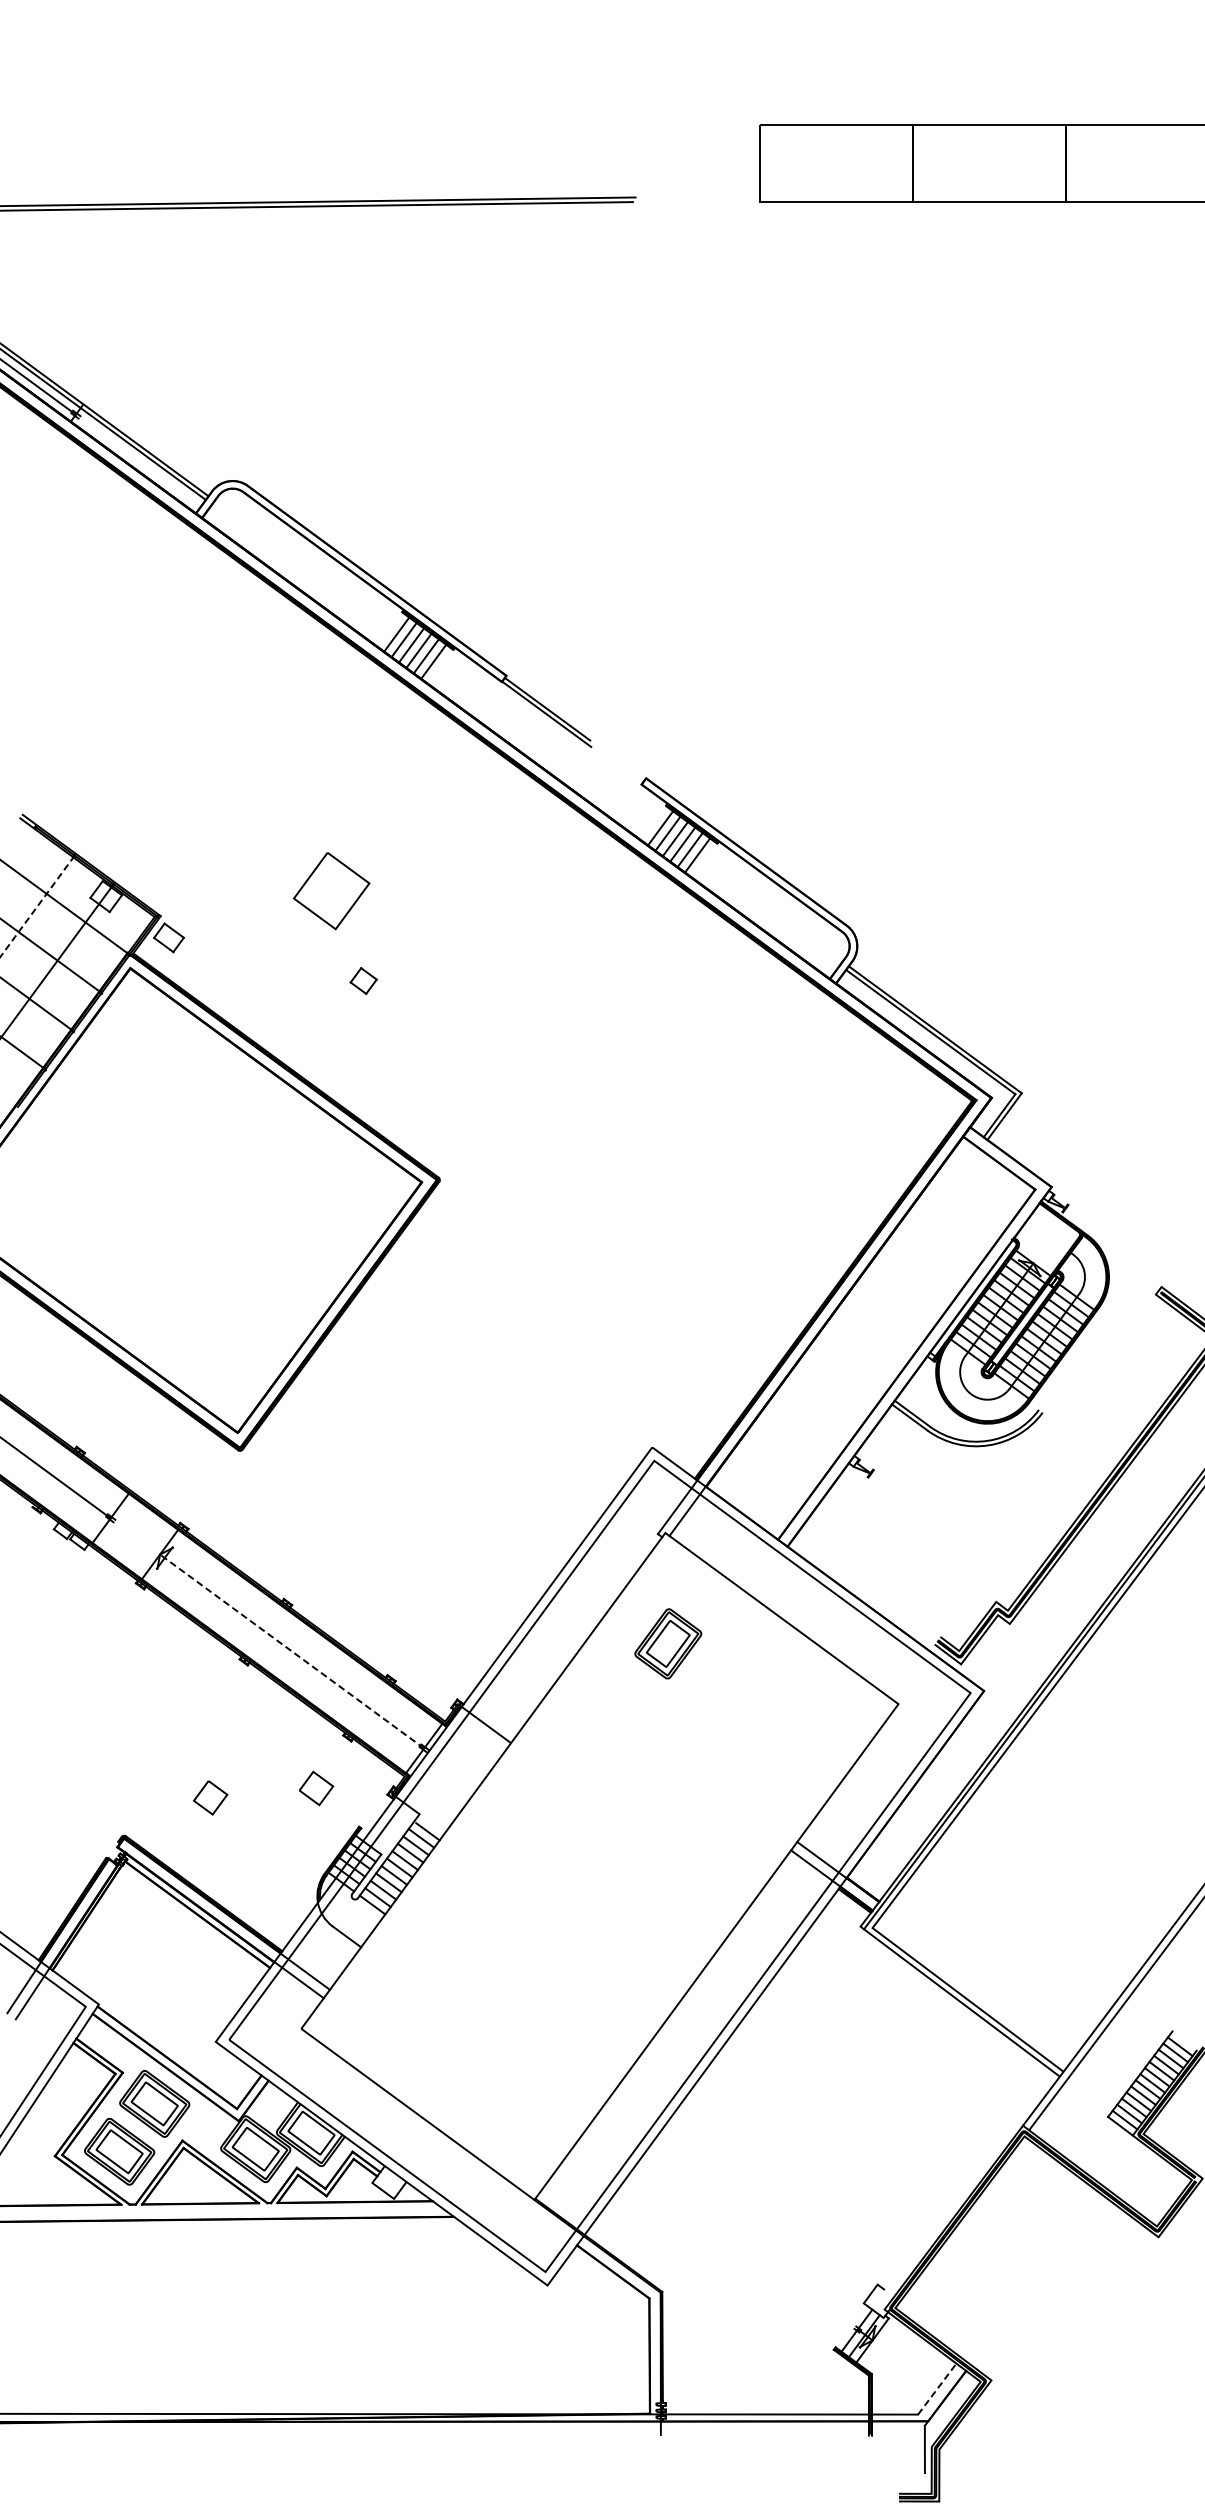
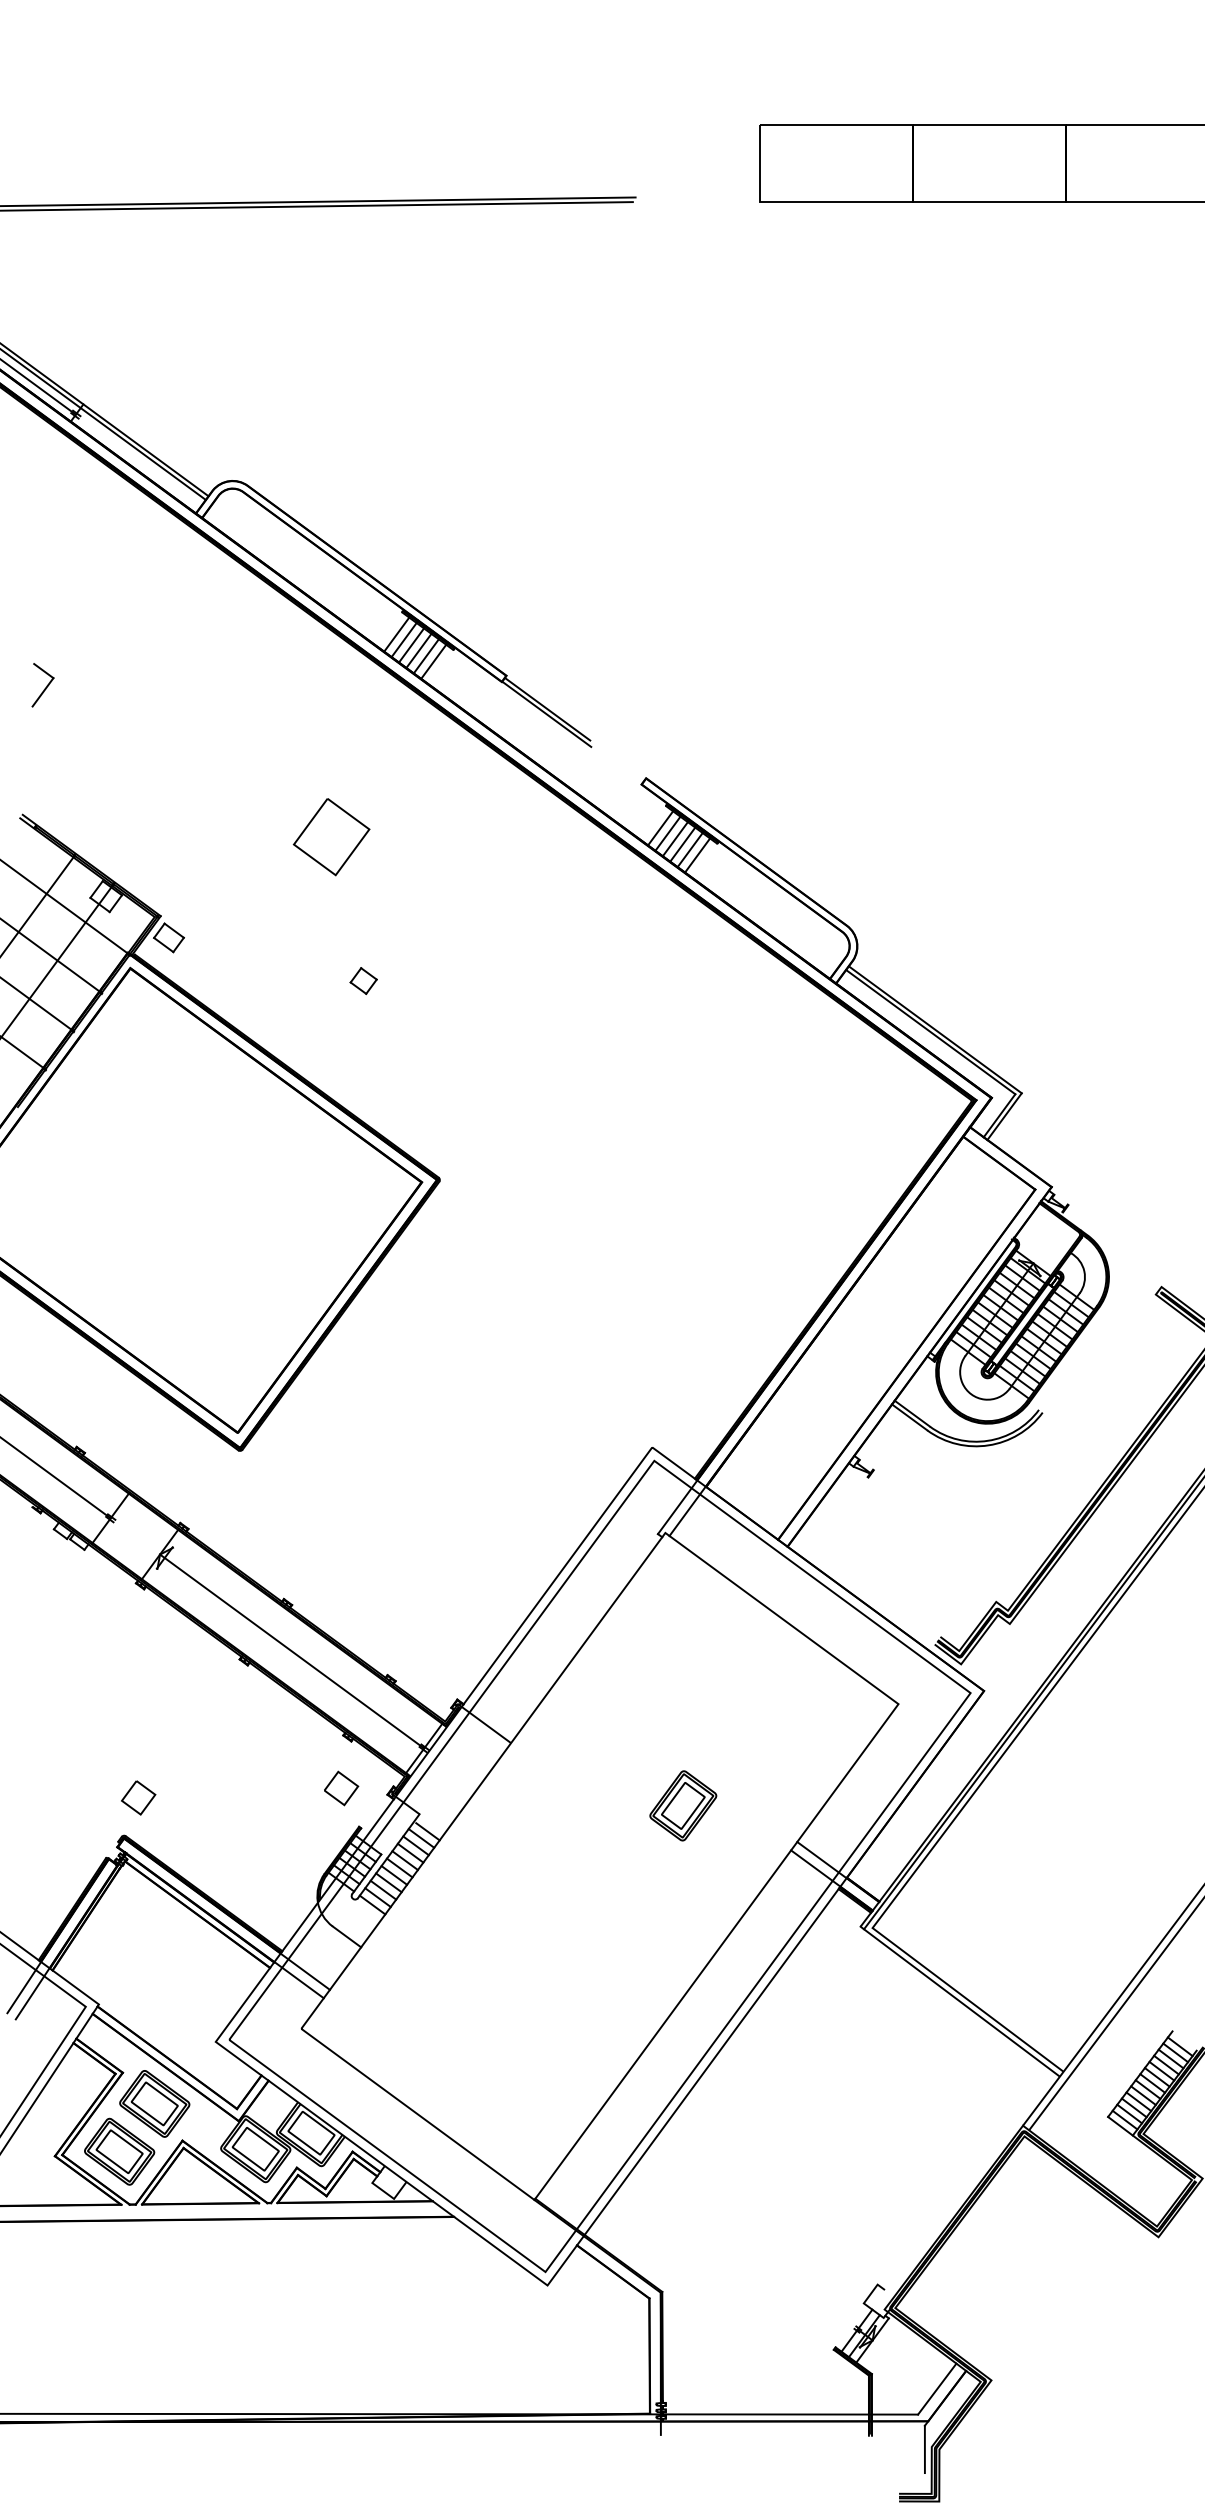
part at (42, 685): none -> present
part at (331, 891) position: (331, 891) -> (331, 837)
line at (37, 906): dashed -> solid
part at (668, 1643) position: (668, 1643) -> (683, 1805)
line at (292, 1651): dashed -> solid
part at (316, 1788) position: (316, 1788) -> (341, 1788)
part at (210, 1797) position: (210, 1797) -> (138, 1797)
line at (937, 2389): dashed -> solid
